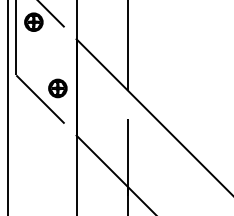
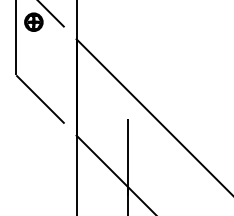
line at (127, 46): present -> none
part at (57, 88): present -> none
line at (8, 107): present -> none
